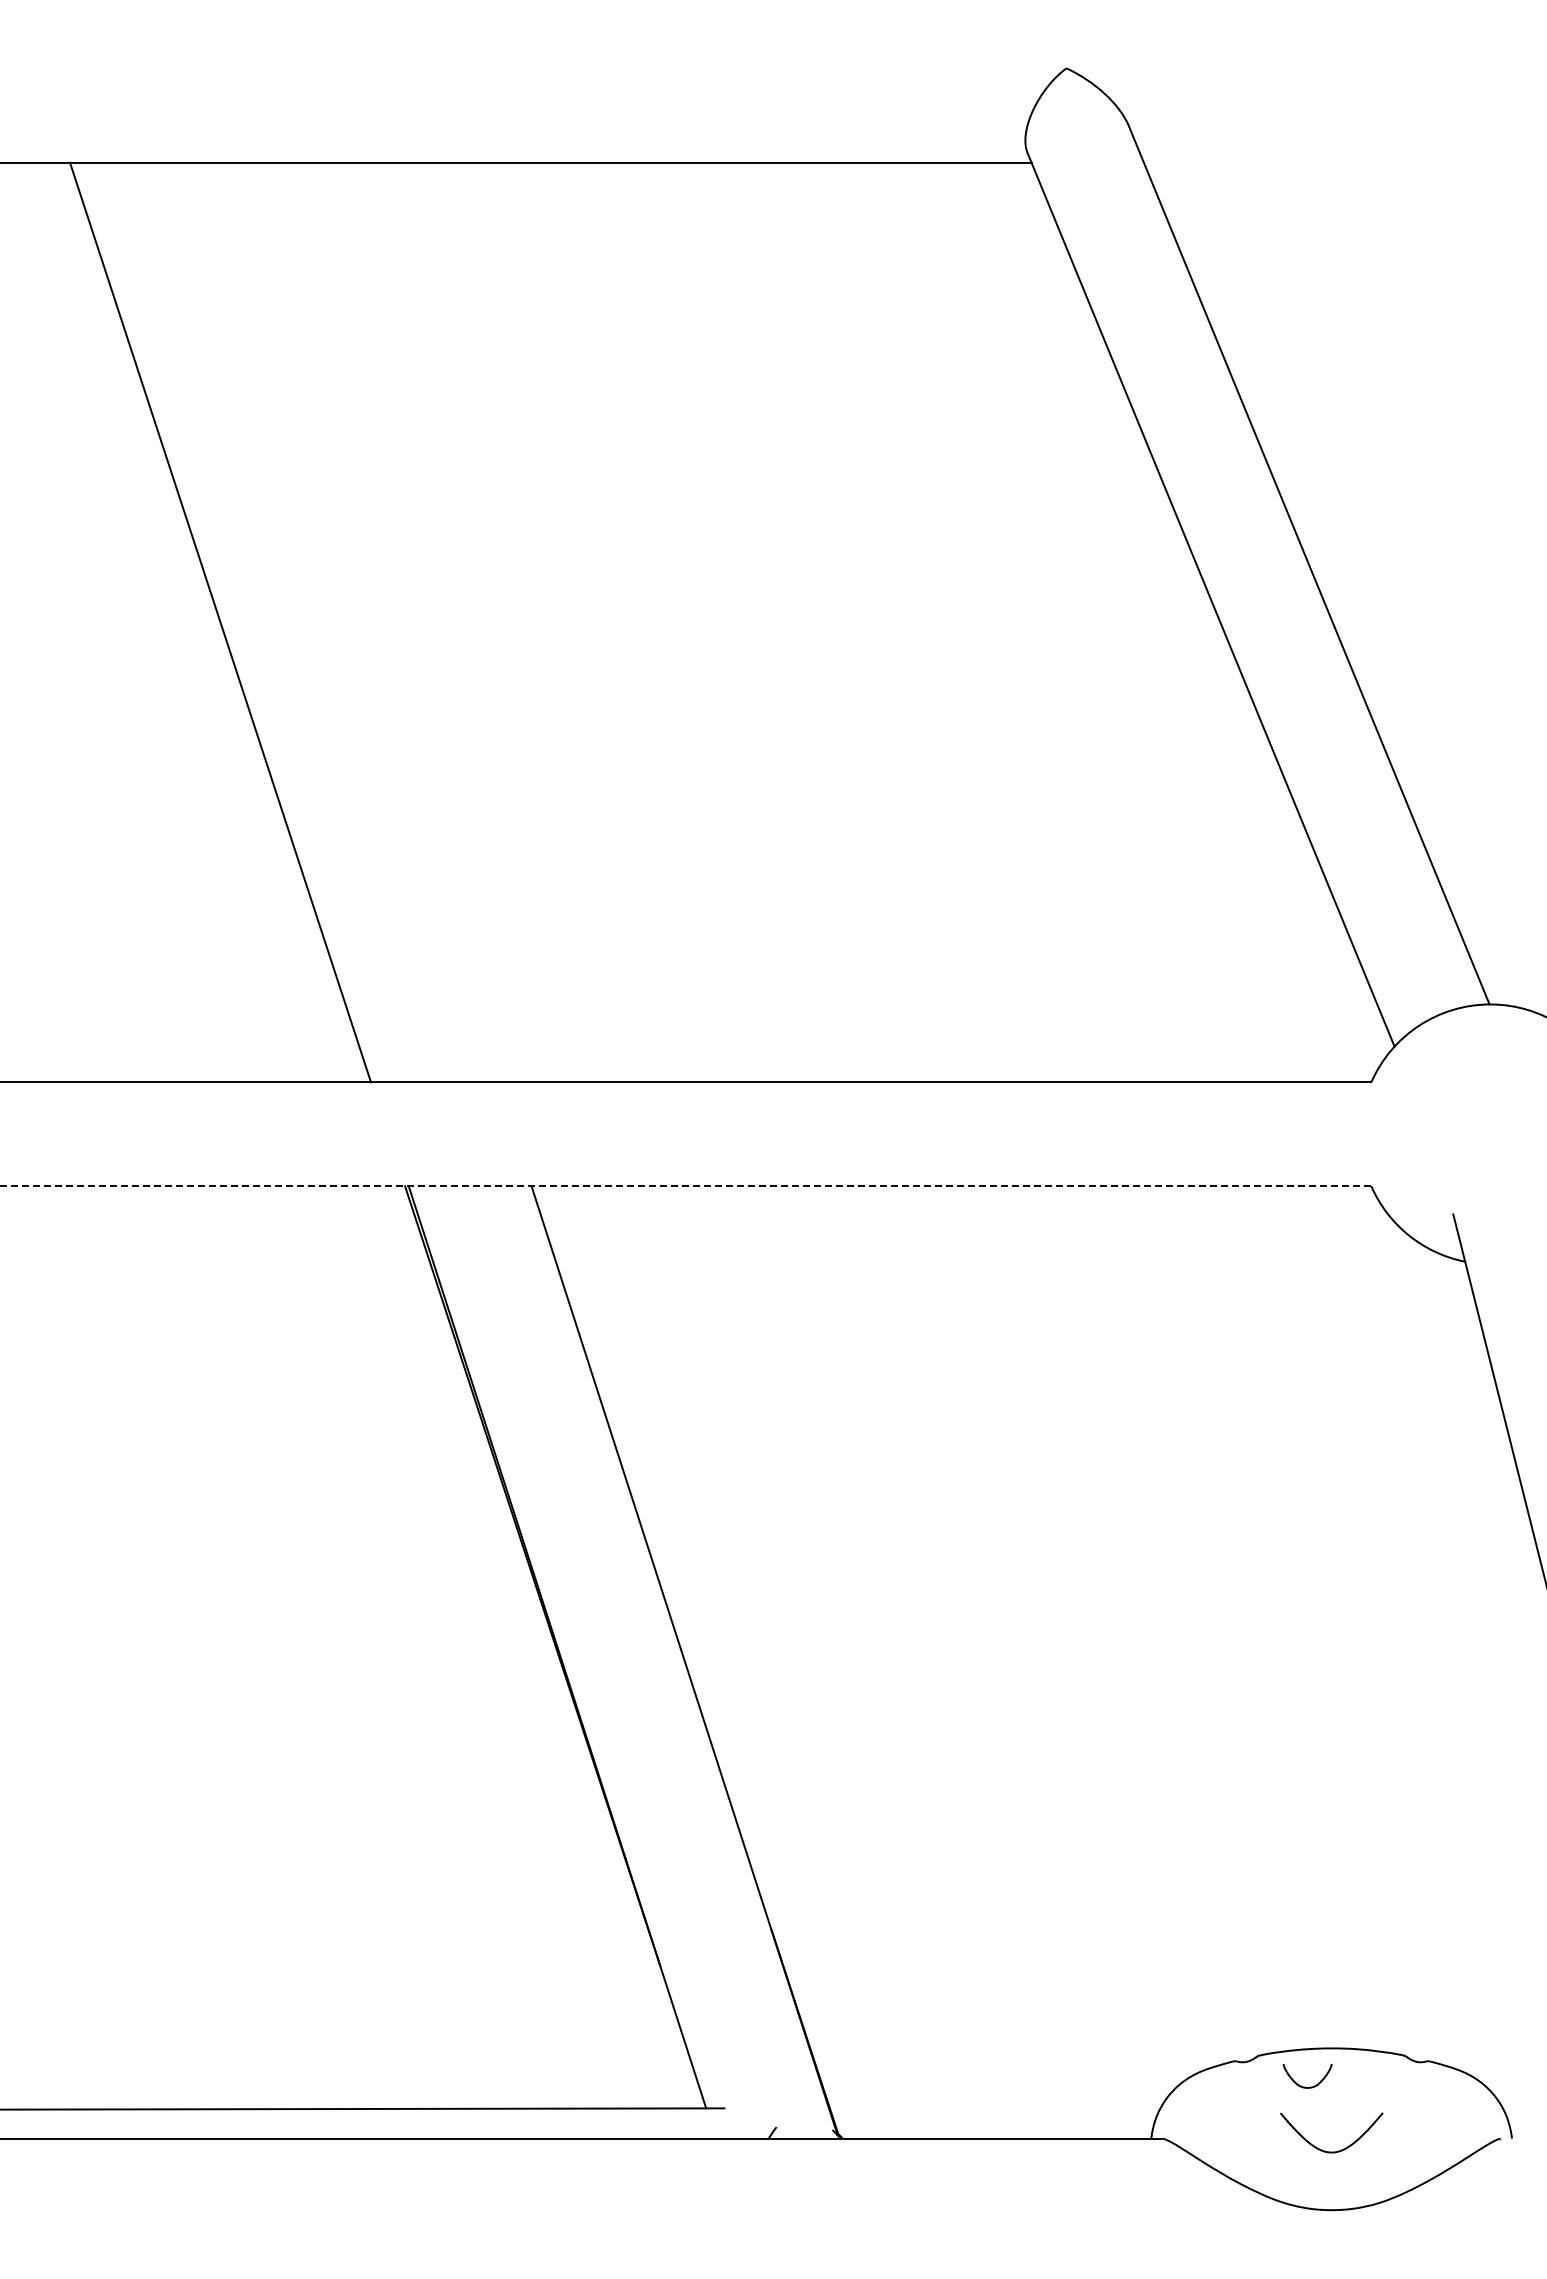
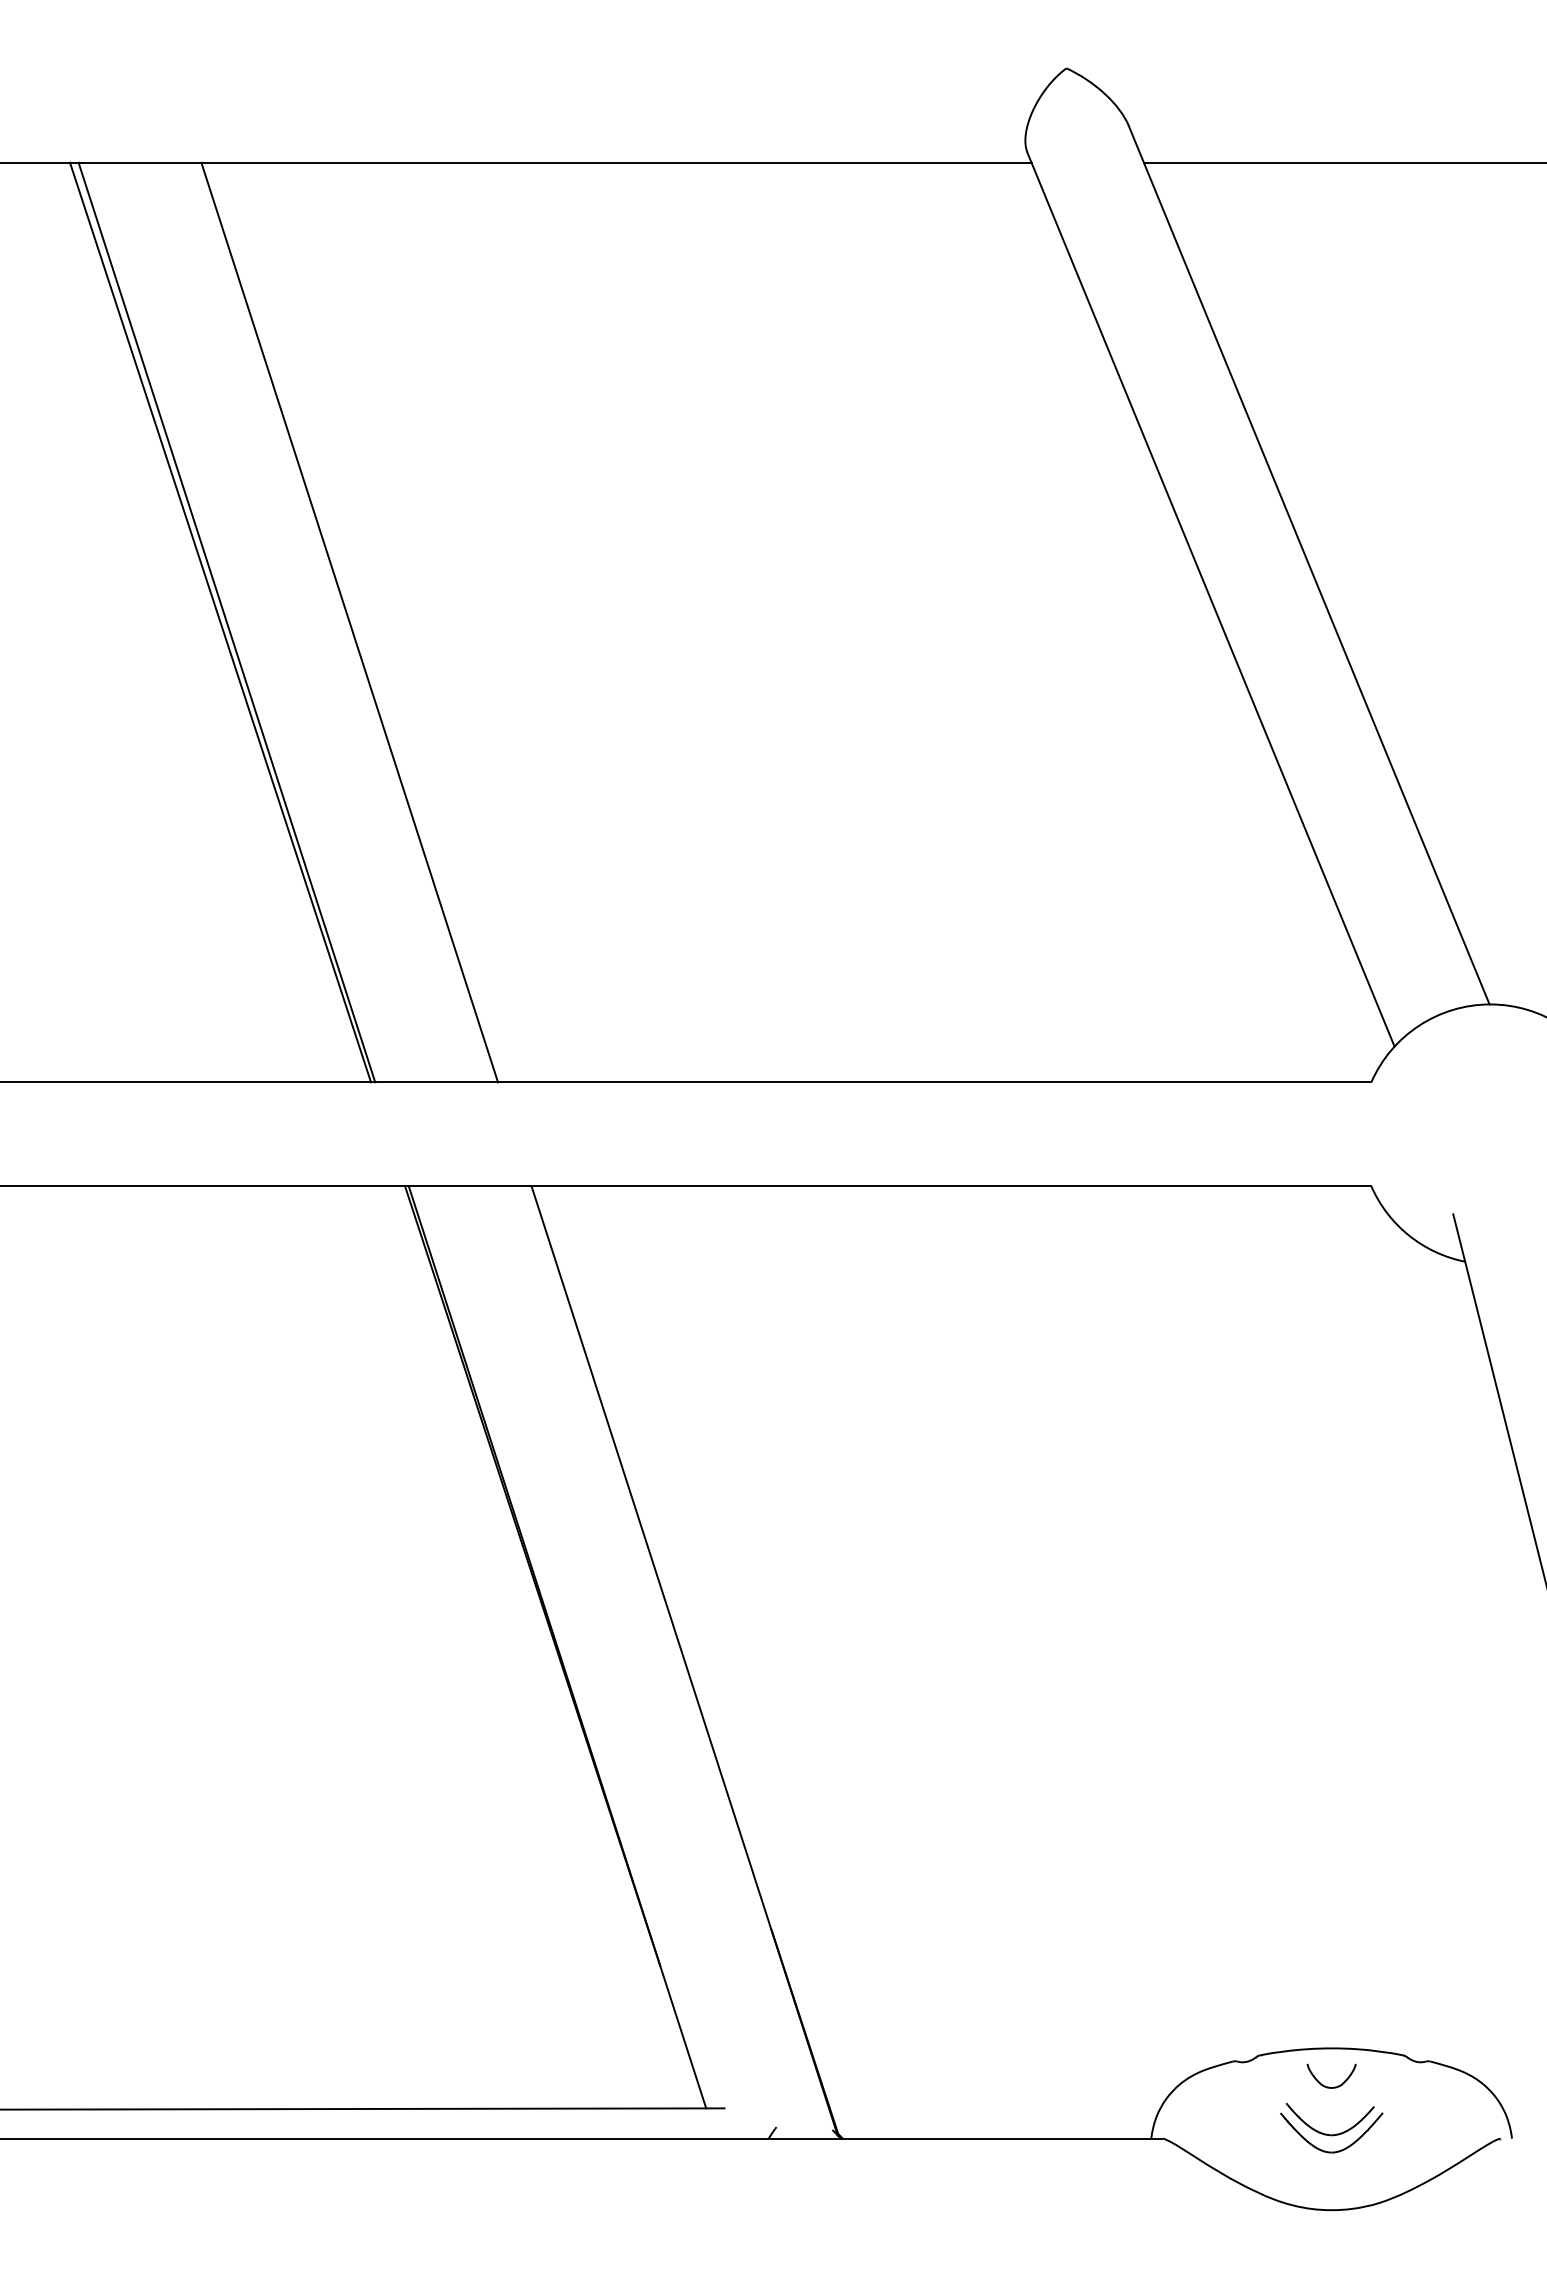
line at (1343, 162): none -> present
line at (226, 622): none -> present
line at (349, 622): none -> present
line at (685, 1186): dashed -> solid
part at (1305, 2086) position: (1305, 2086) -> (1329, 2086)
part at (1326, 2133): none -> present
